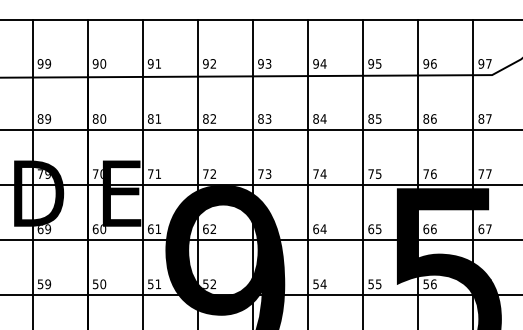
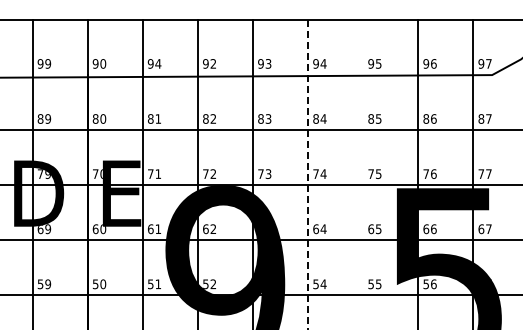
text at (158, 63): 91 -> 94
line at (363, 172): present -> none
line at (308, 174): solid -> dashed
